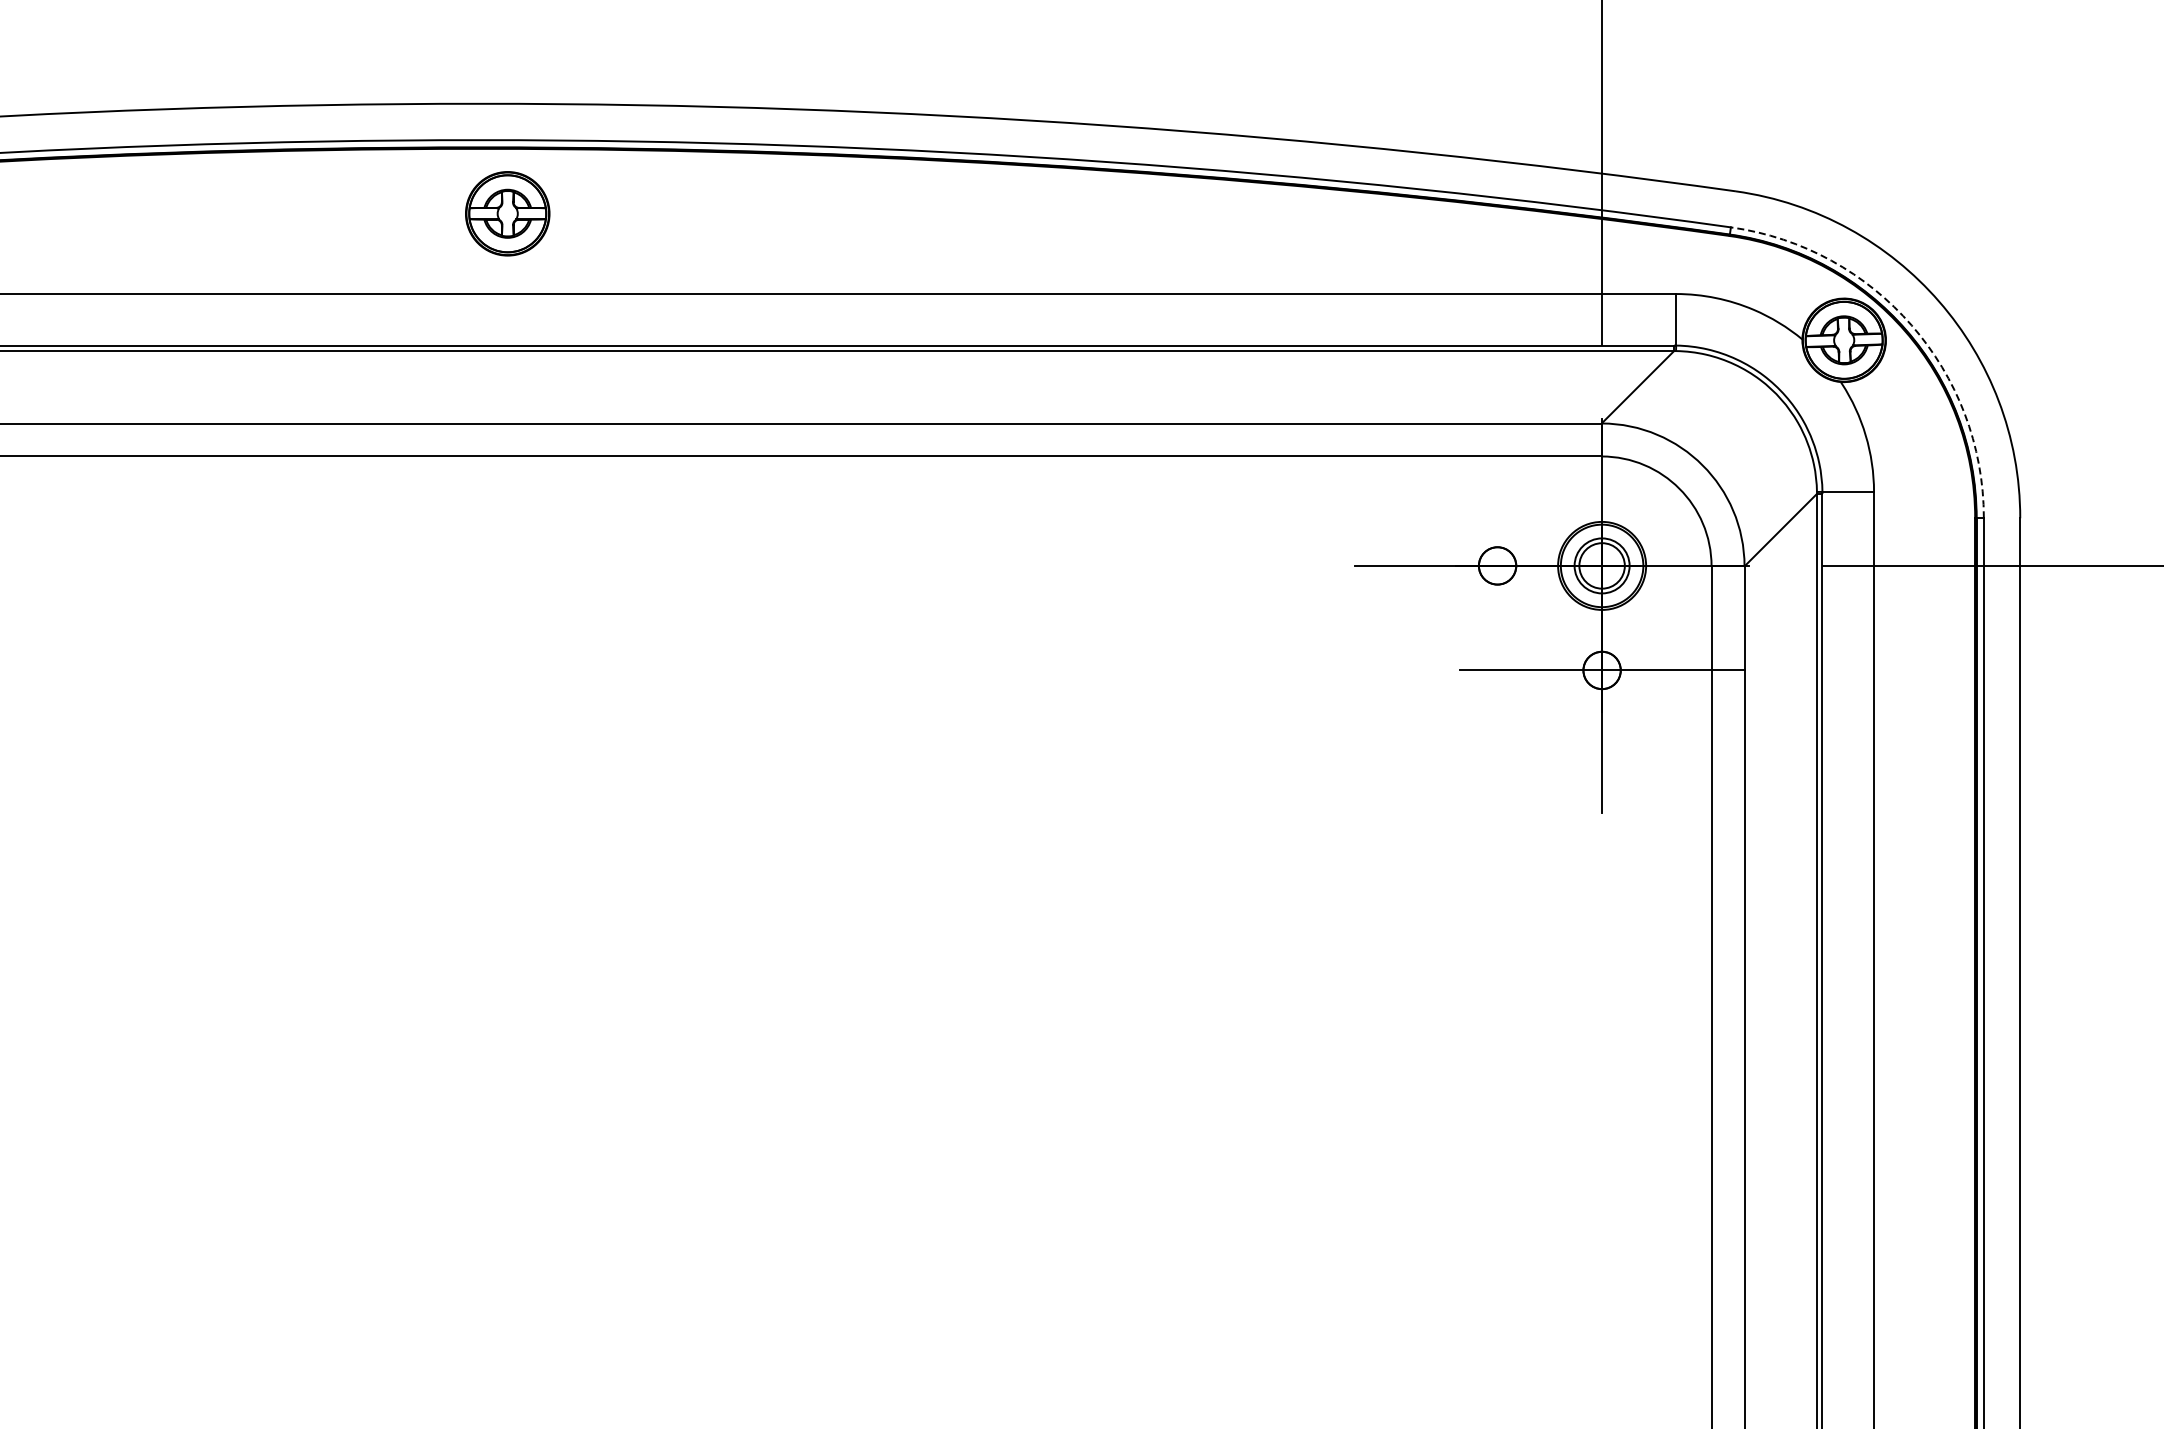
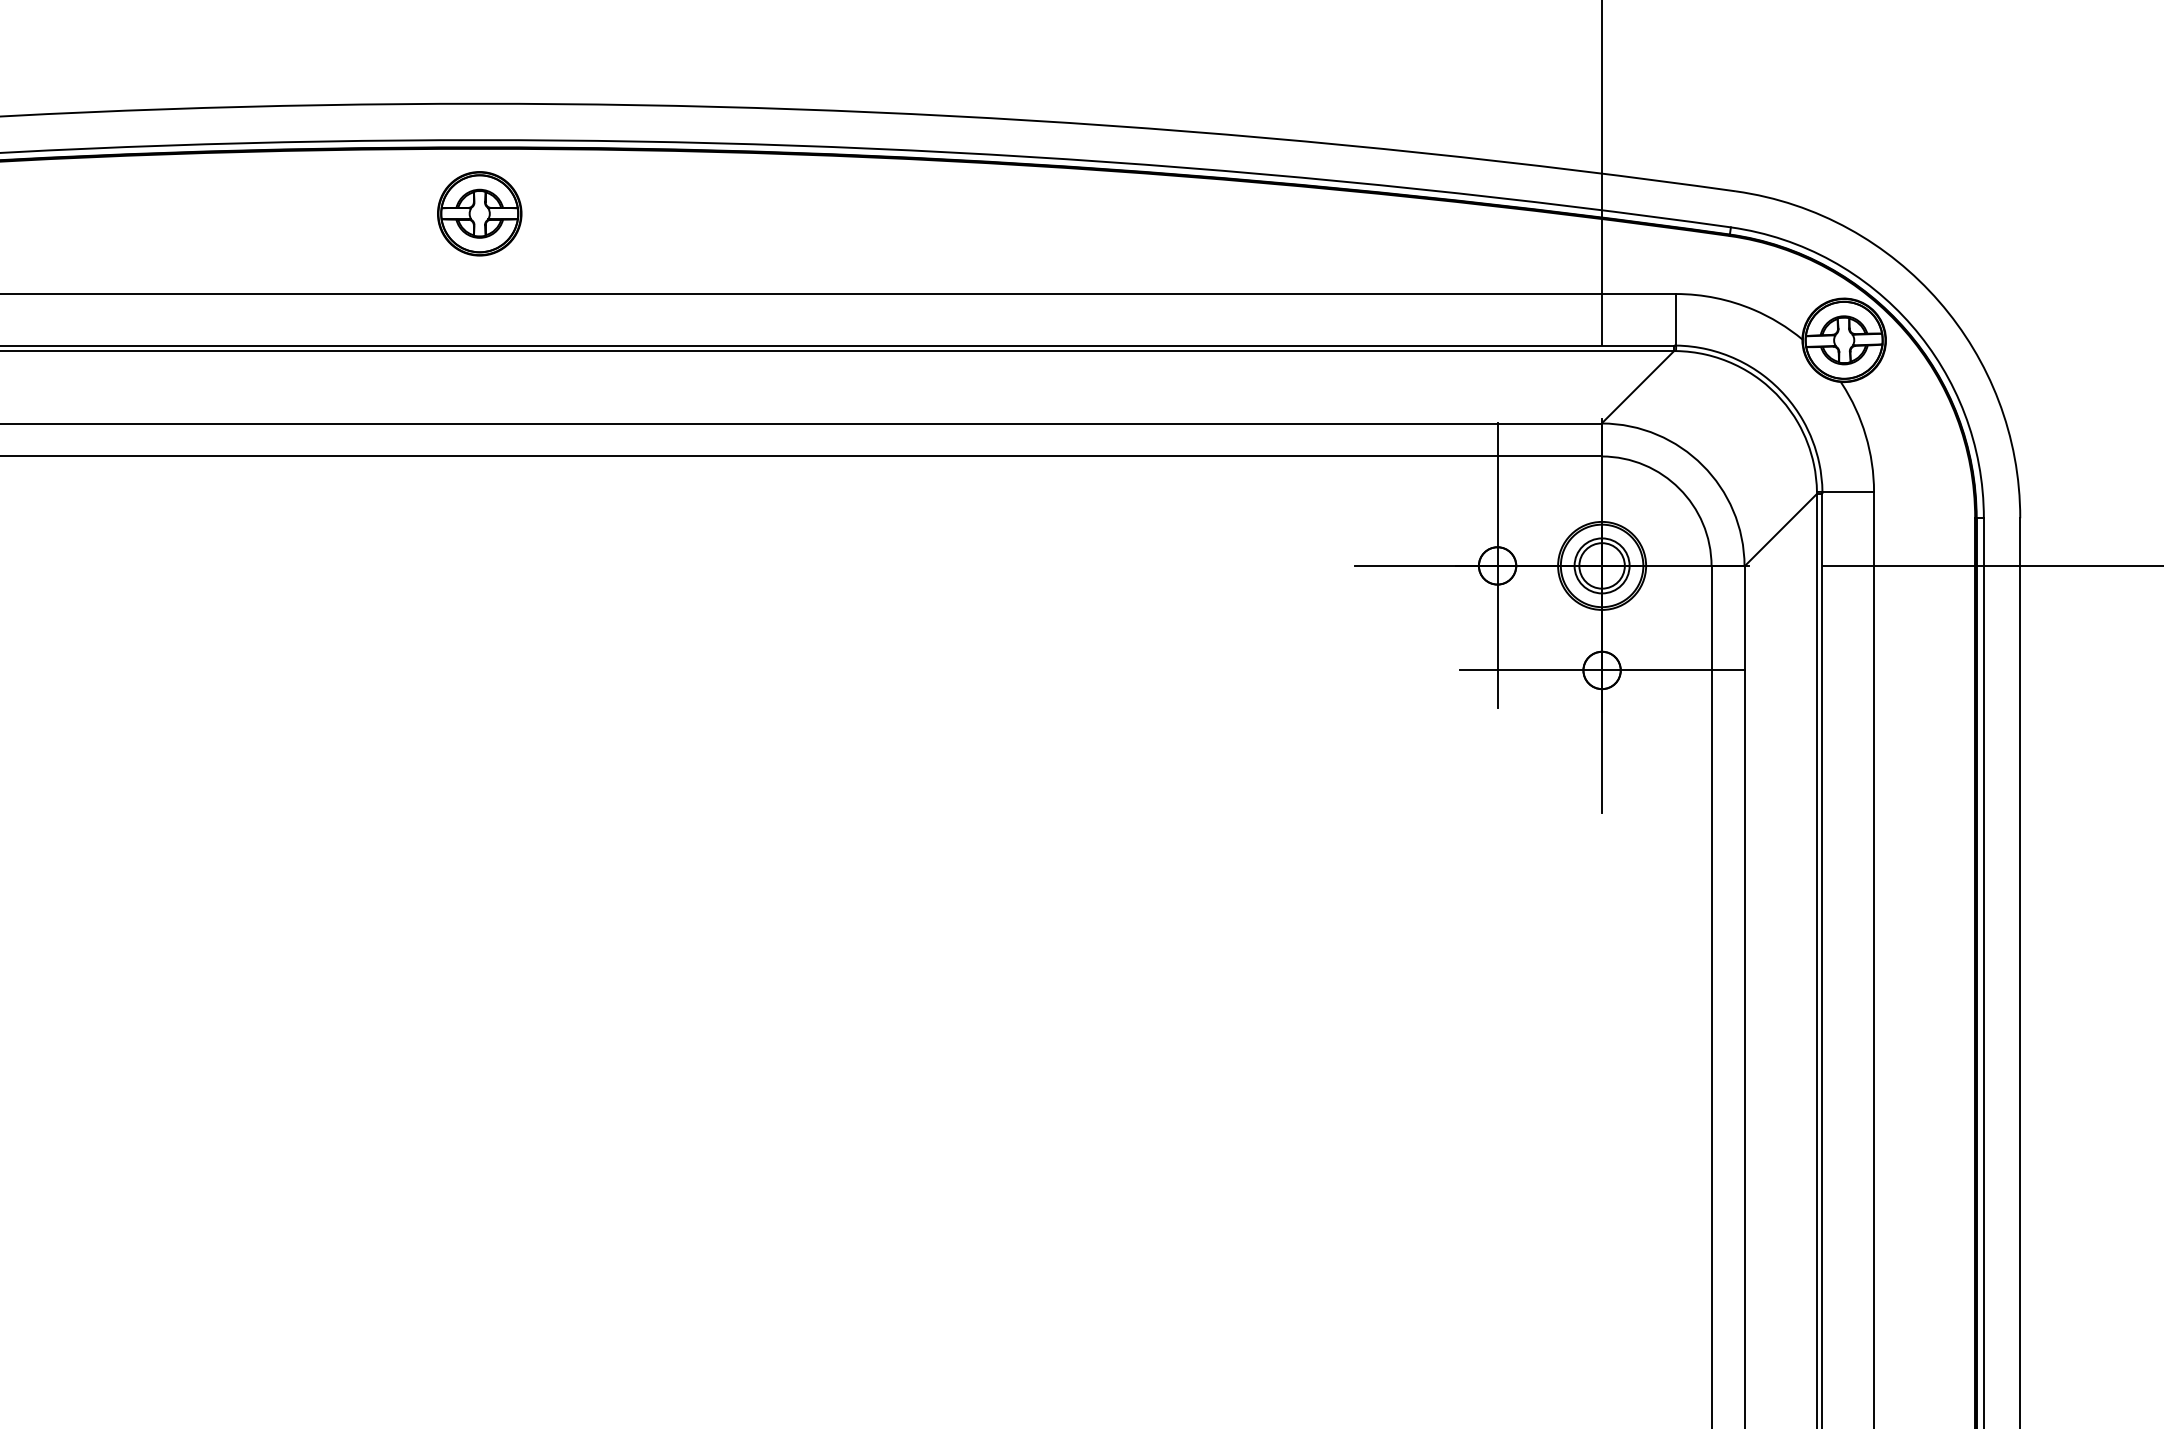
part at (507, 213) position: (507, 213) -> (479, 213)
arc at (1911, 325): dashed -> solid
line at (1497, 565): none -> present
